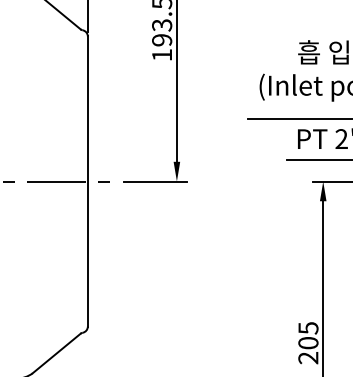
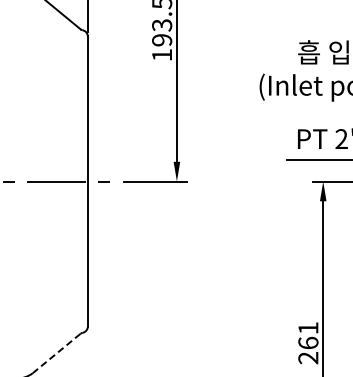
line at (298, 118): present -> none
text at (308, 335): 205 -> 261
line at (57, 353): solid -> dashed
